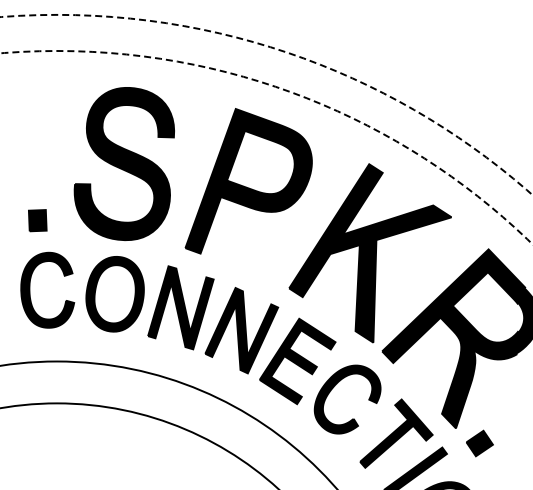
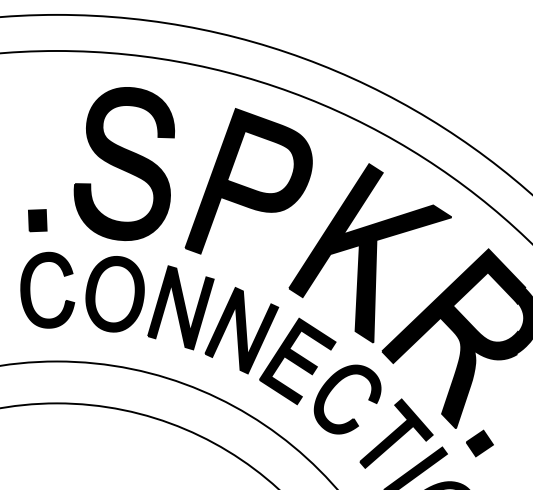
circle at (266, 104): dashed -> solid
circle at (266, 147): dashed -> solid
